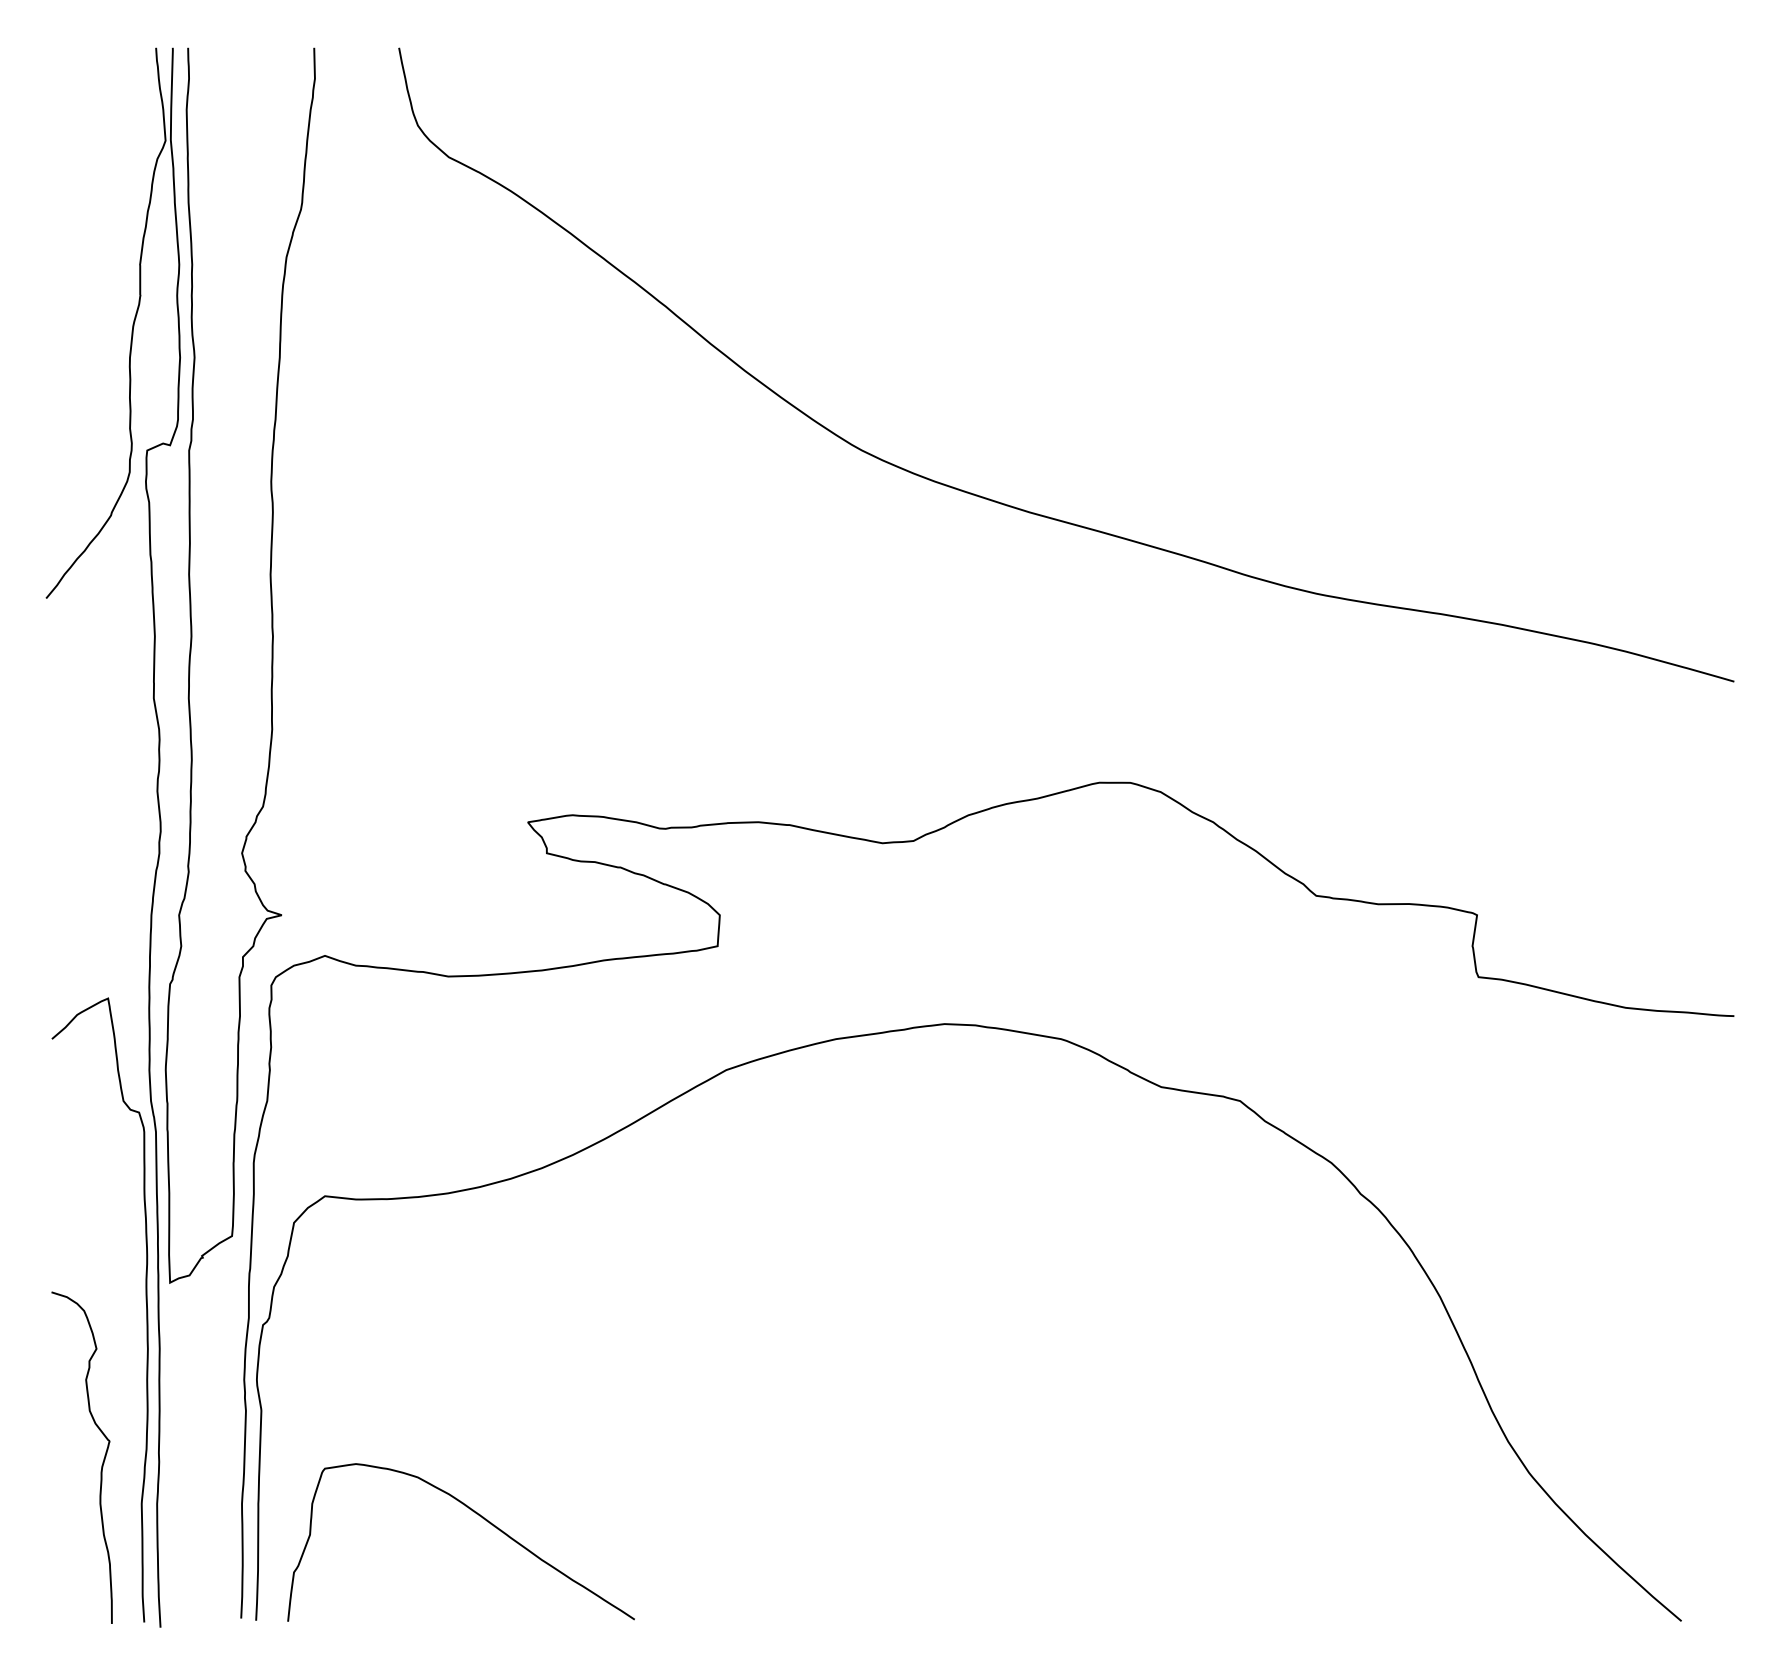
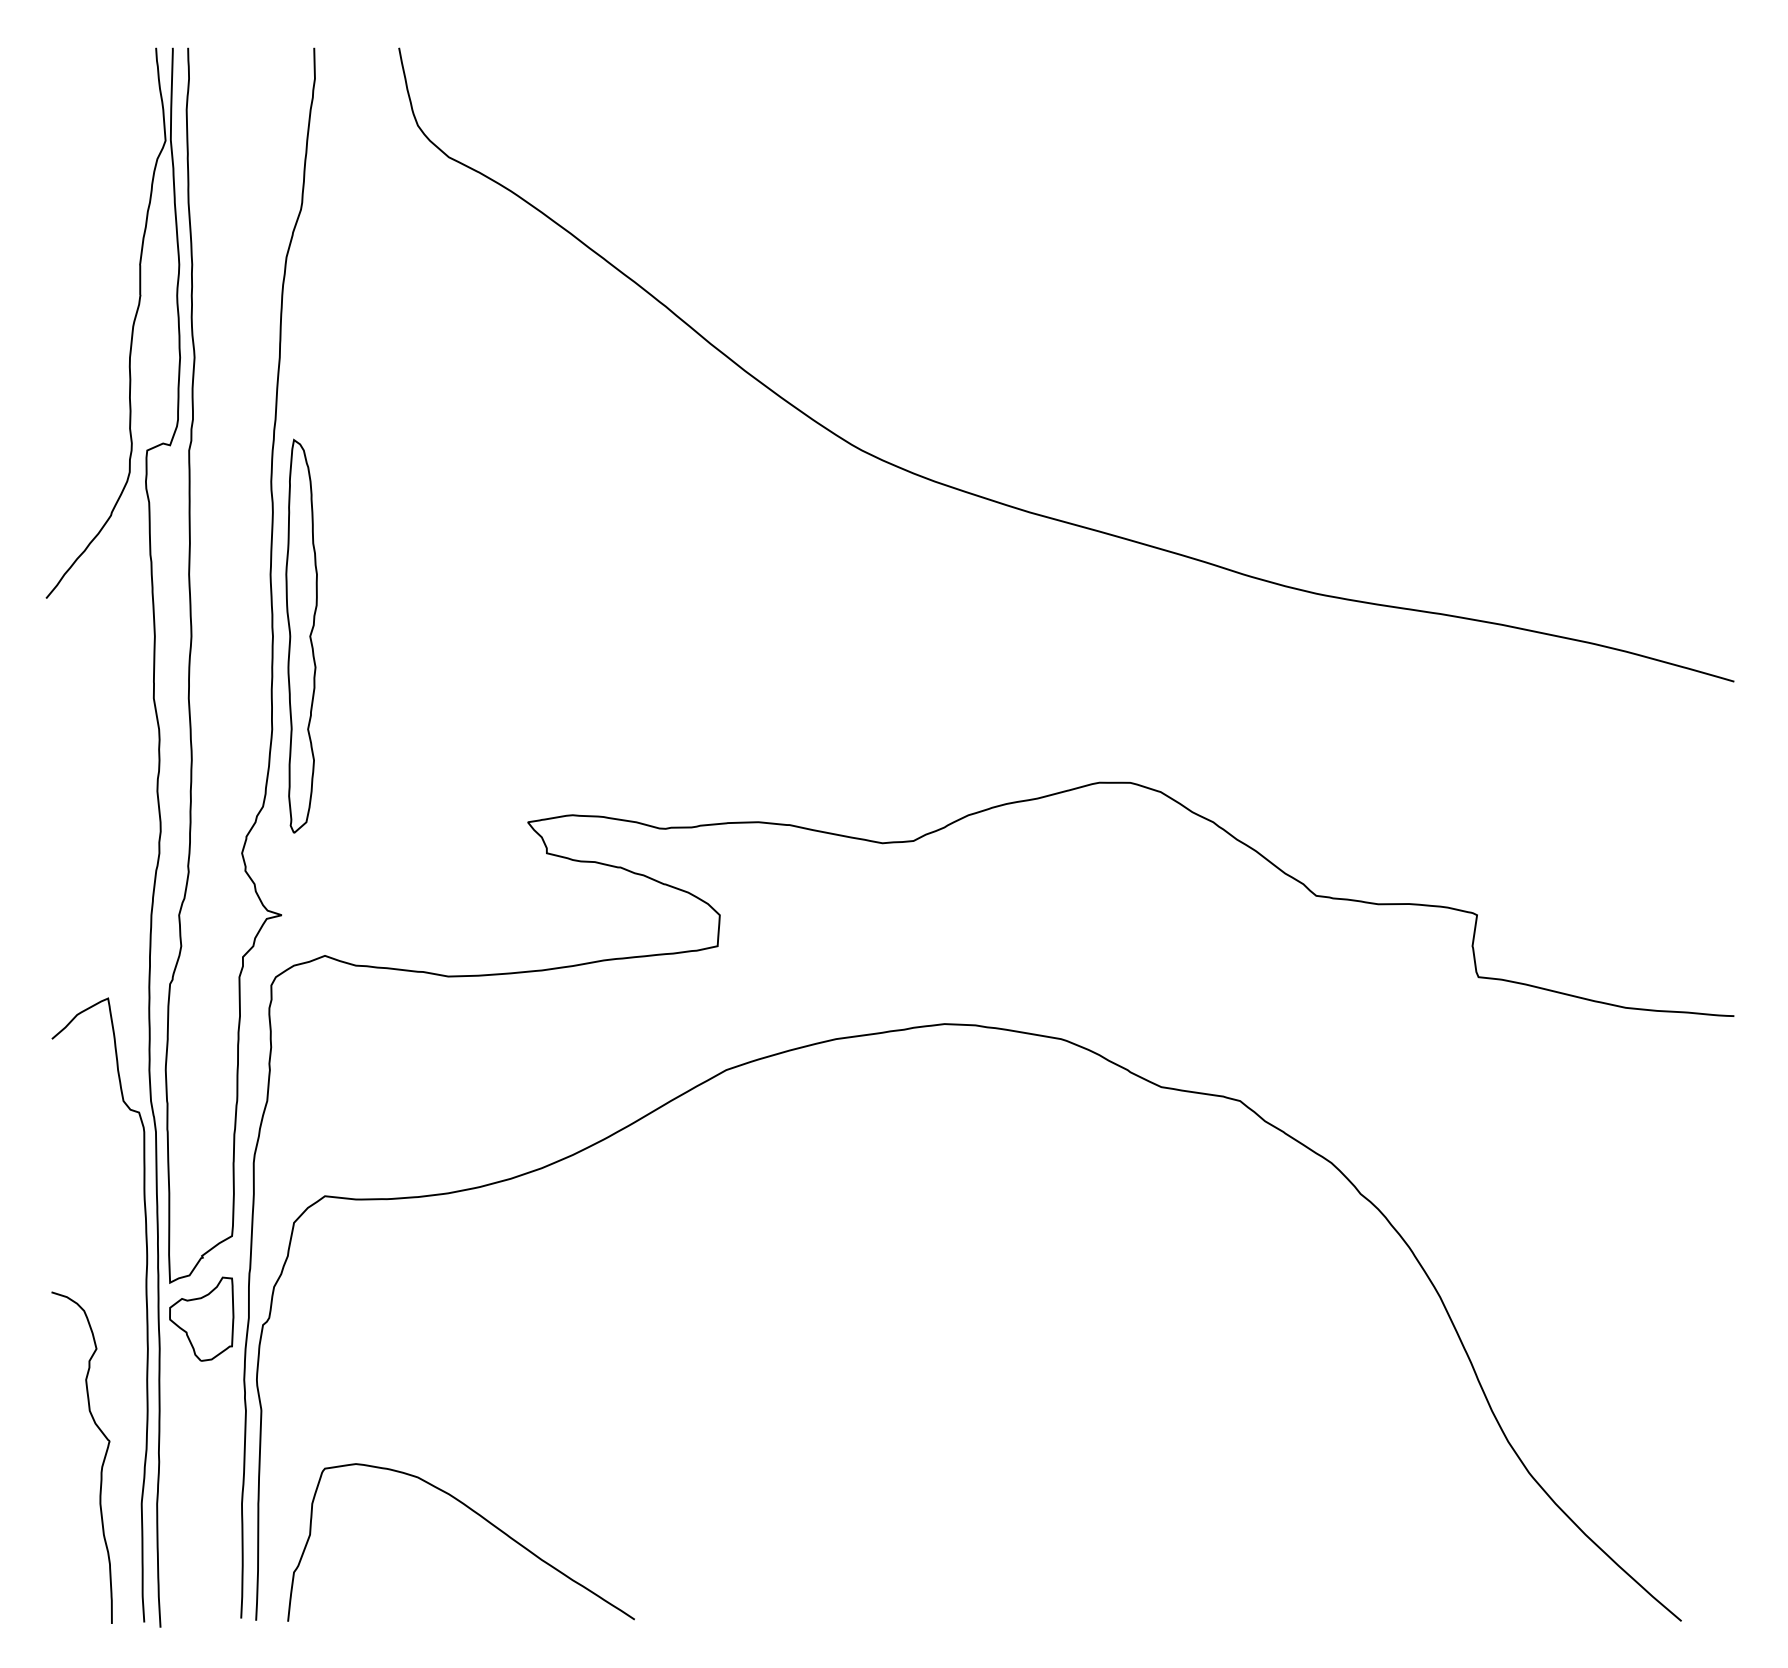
part at (301, 635): none -> present
part at (201, 1318): none -> present
